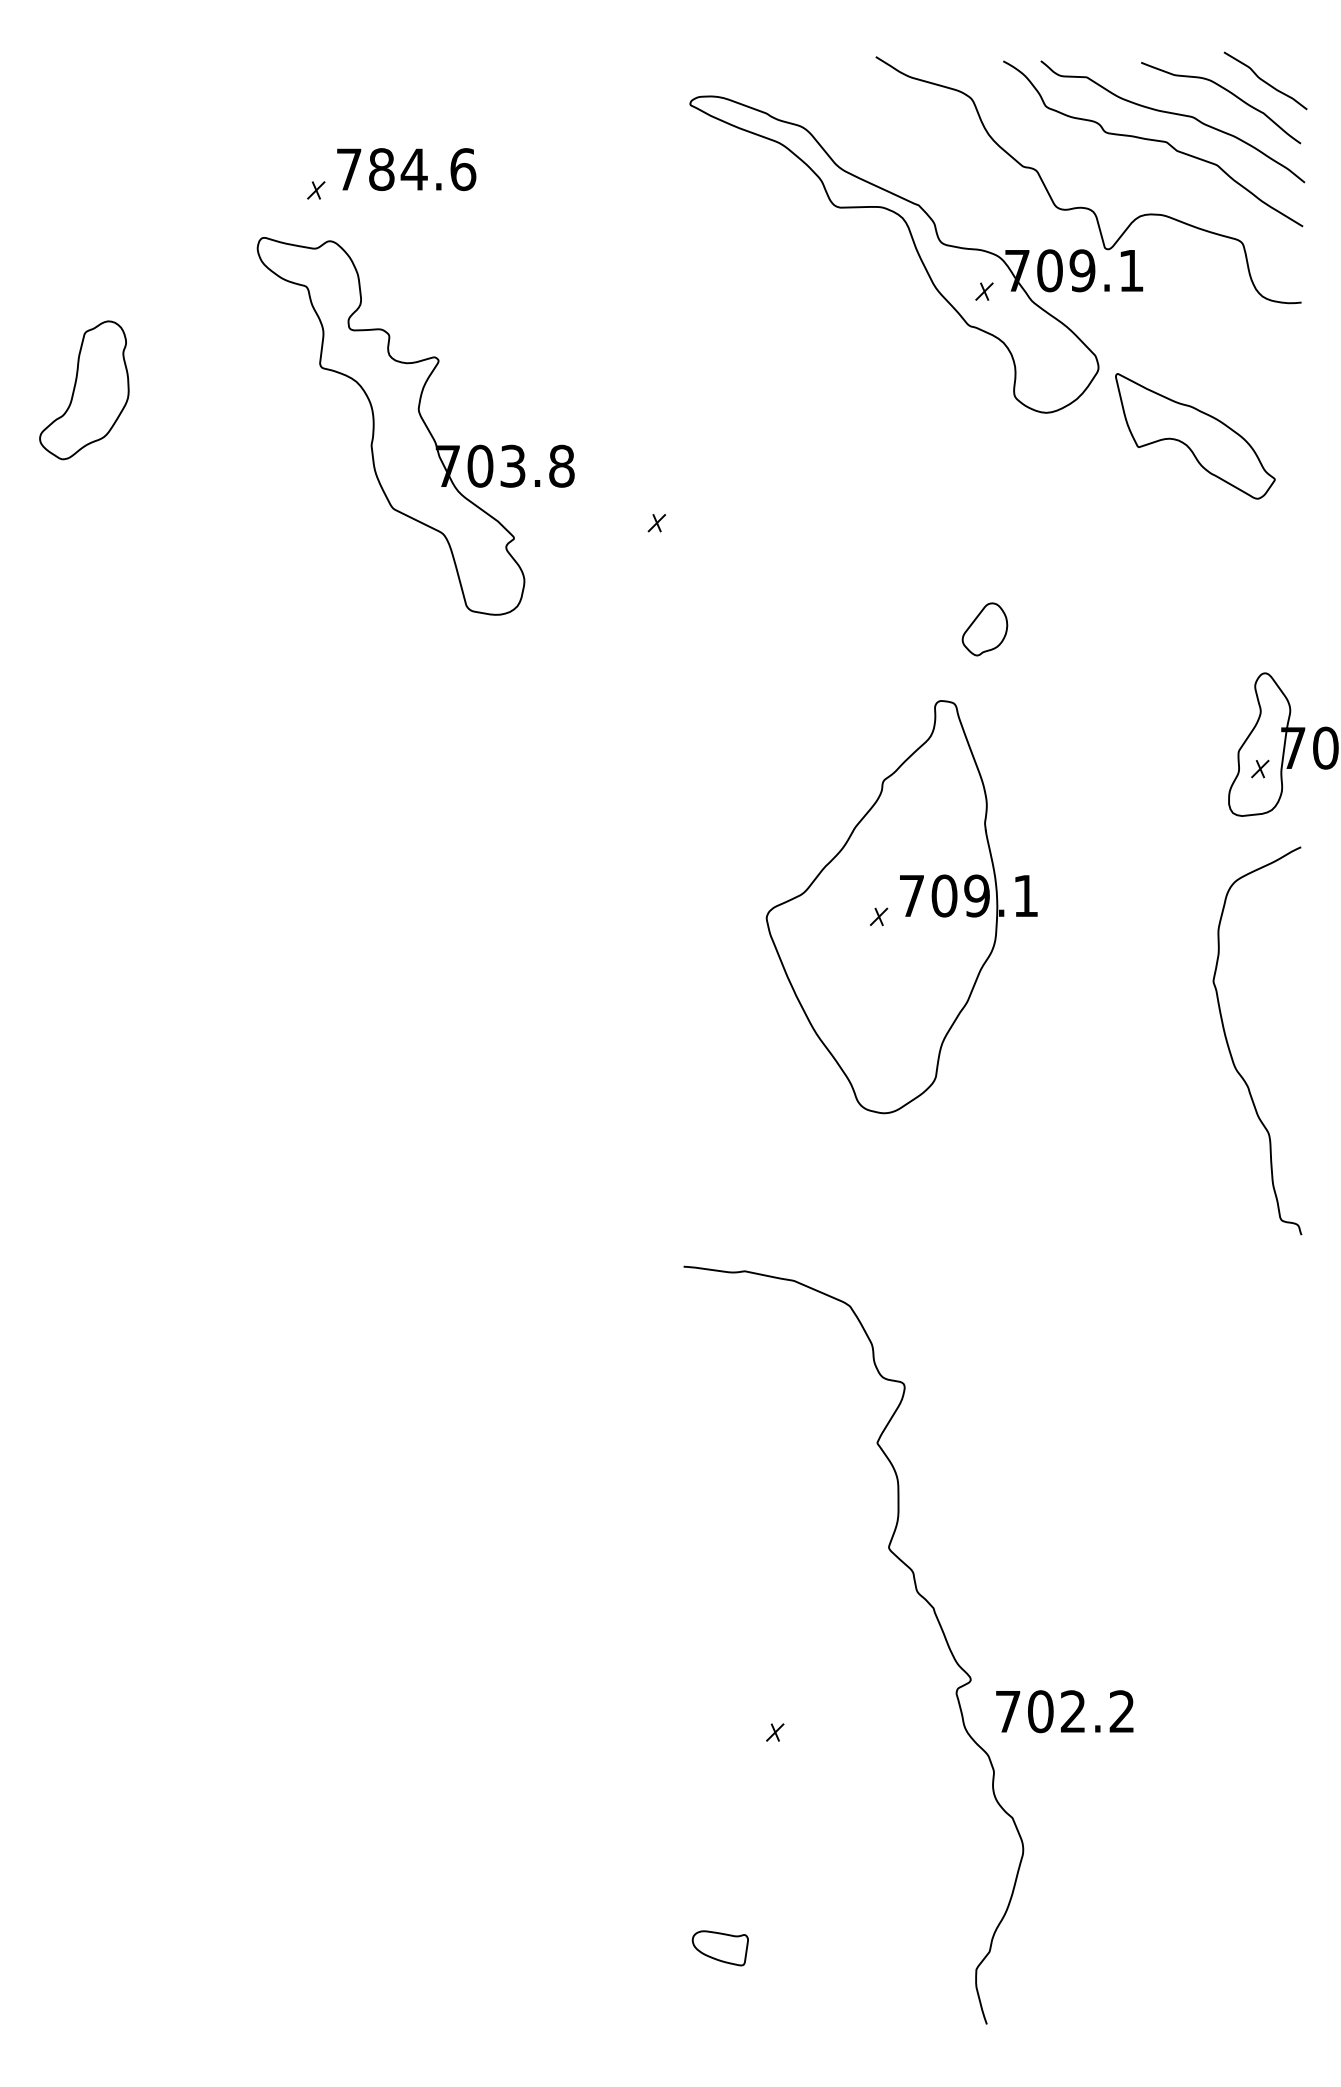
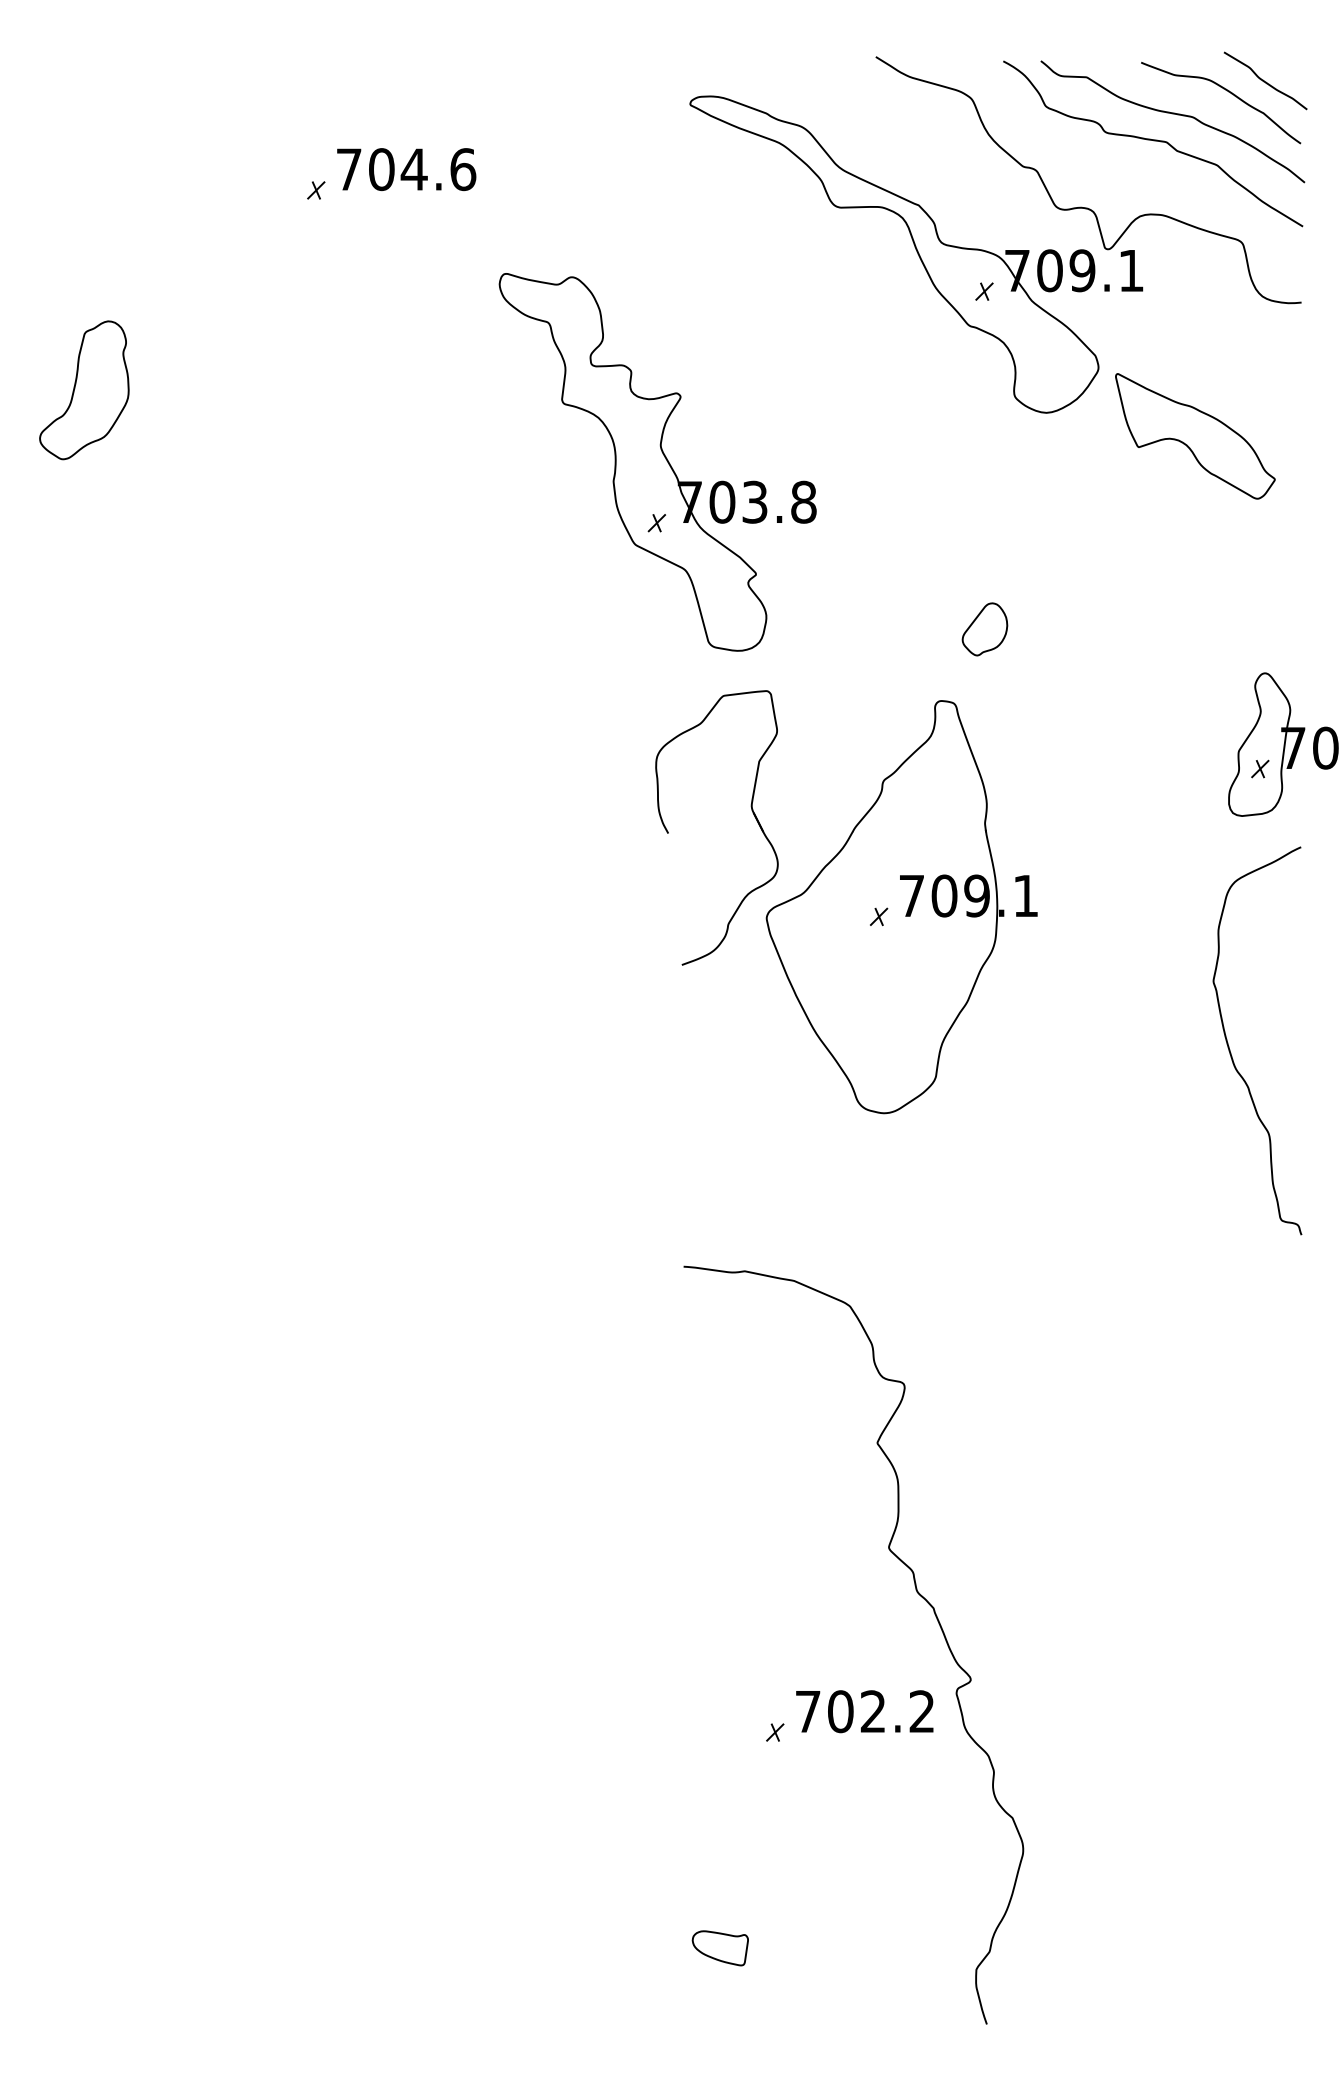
text at (381, 169): 784.6 -> 704.6
part at (415, 426) position: (415, 426) -> (657, 462)
part at (752, 813): none -> present
text at (1064, 1711) position: (1064, 1711) -> (864, 1711)
